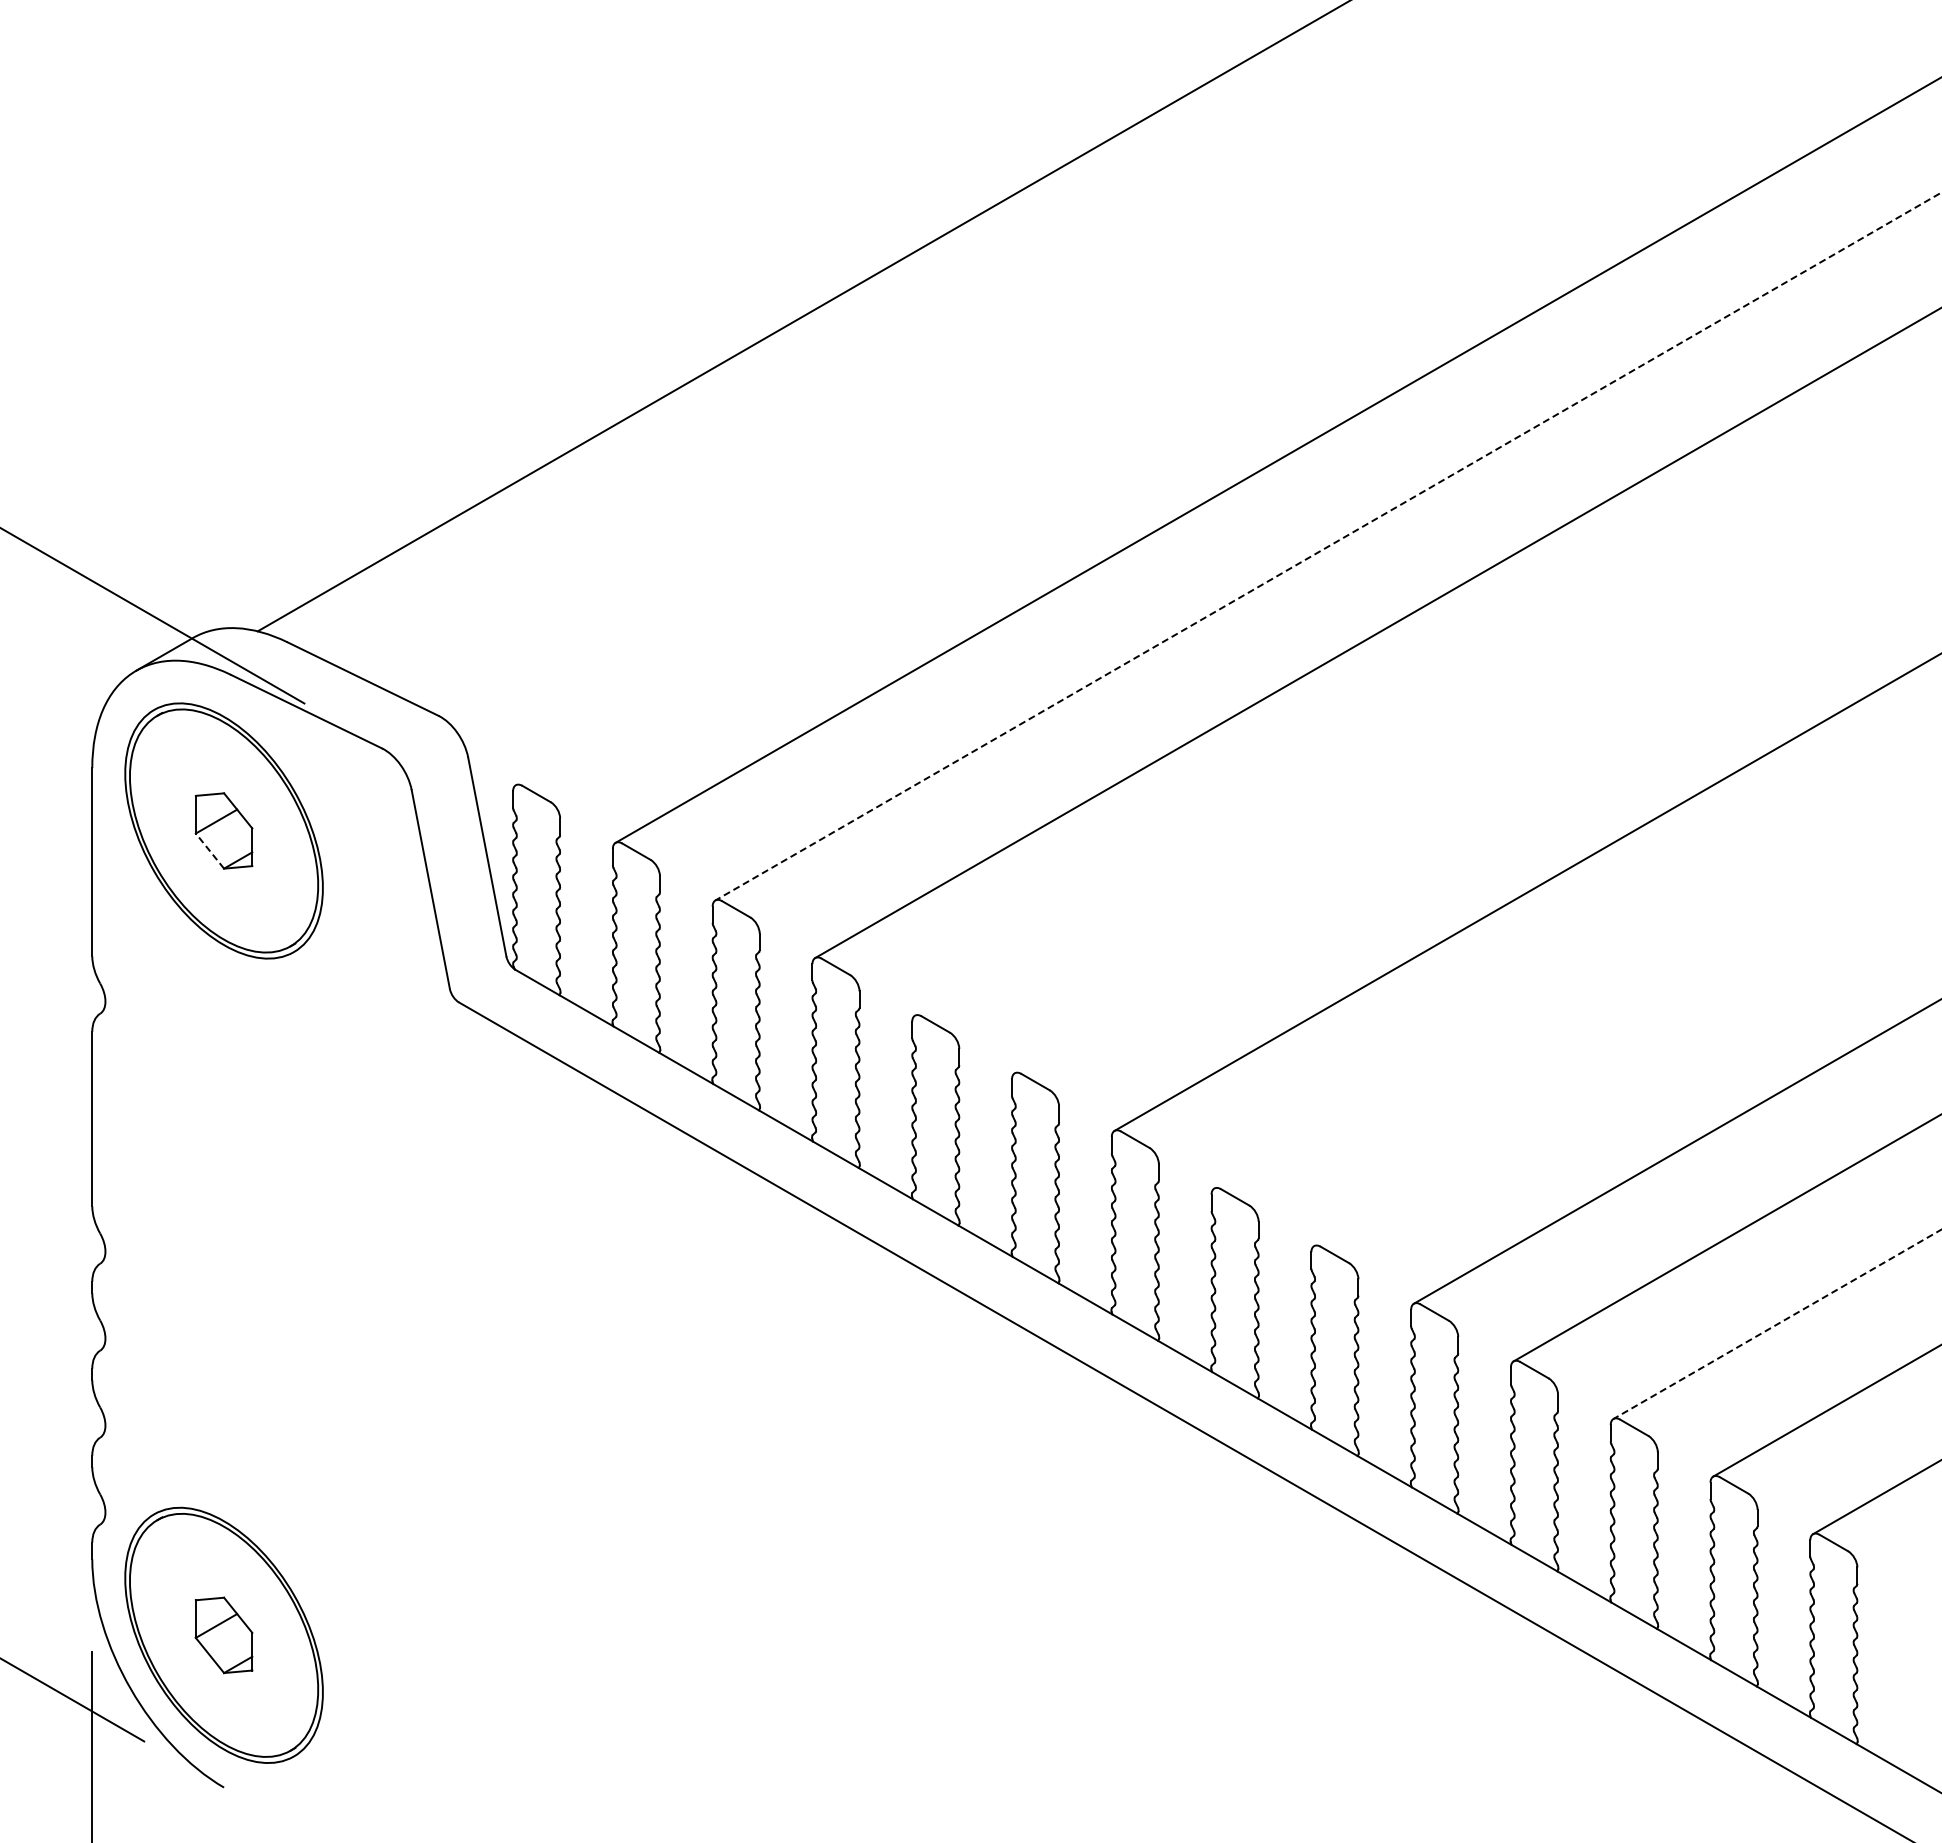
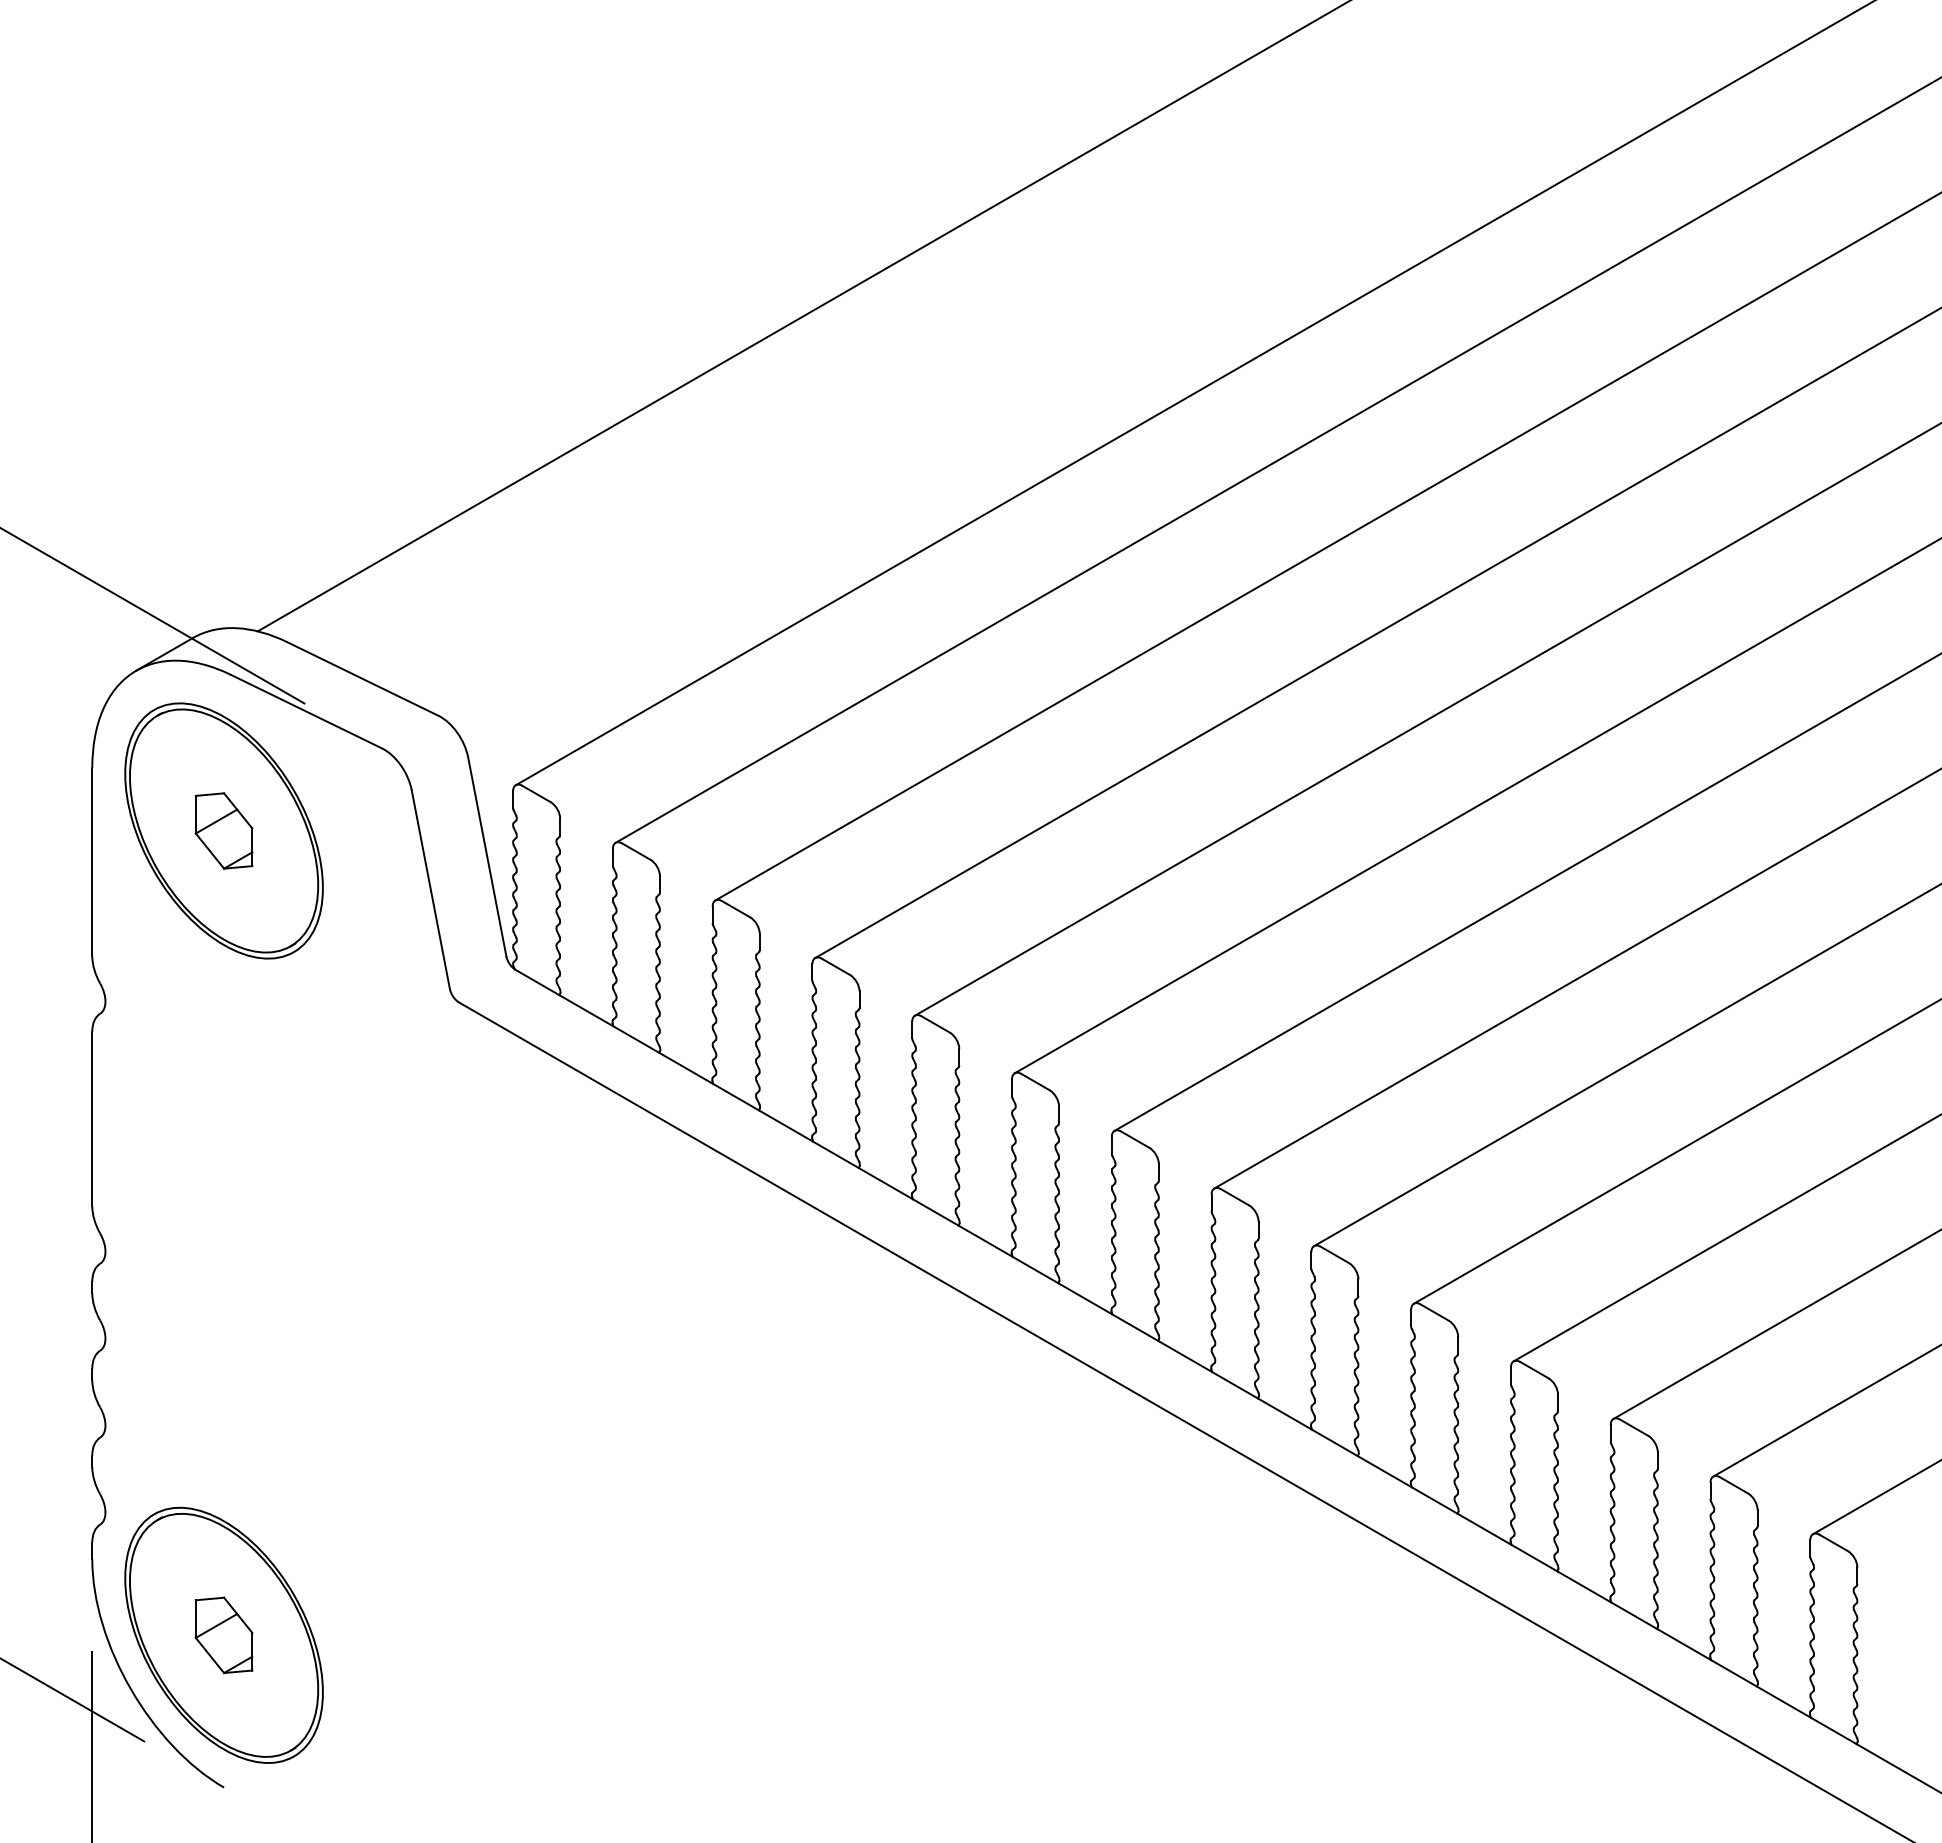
line at (1193, 393): none -> present
line at (1328, 546): dashed -> solid
line at (1426, 719): none -> present
line at (1476, 806): none -> present
line at (209, 851): dashed -> solid
line at (1576, 979): none -> present
line at (1626, 1065): none -> present
line at (1777, 1324): dashed -> solid
